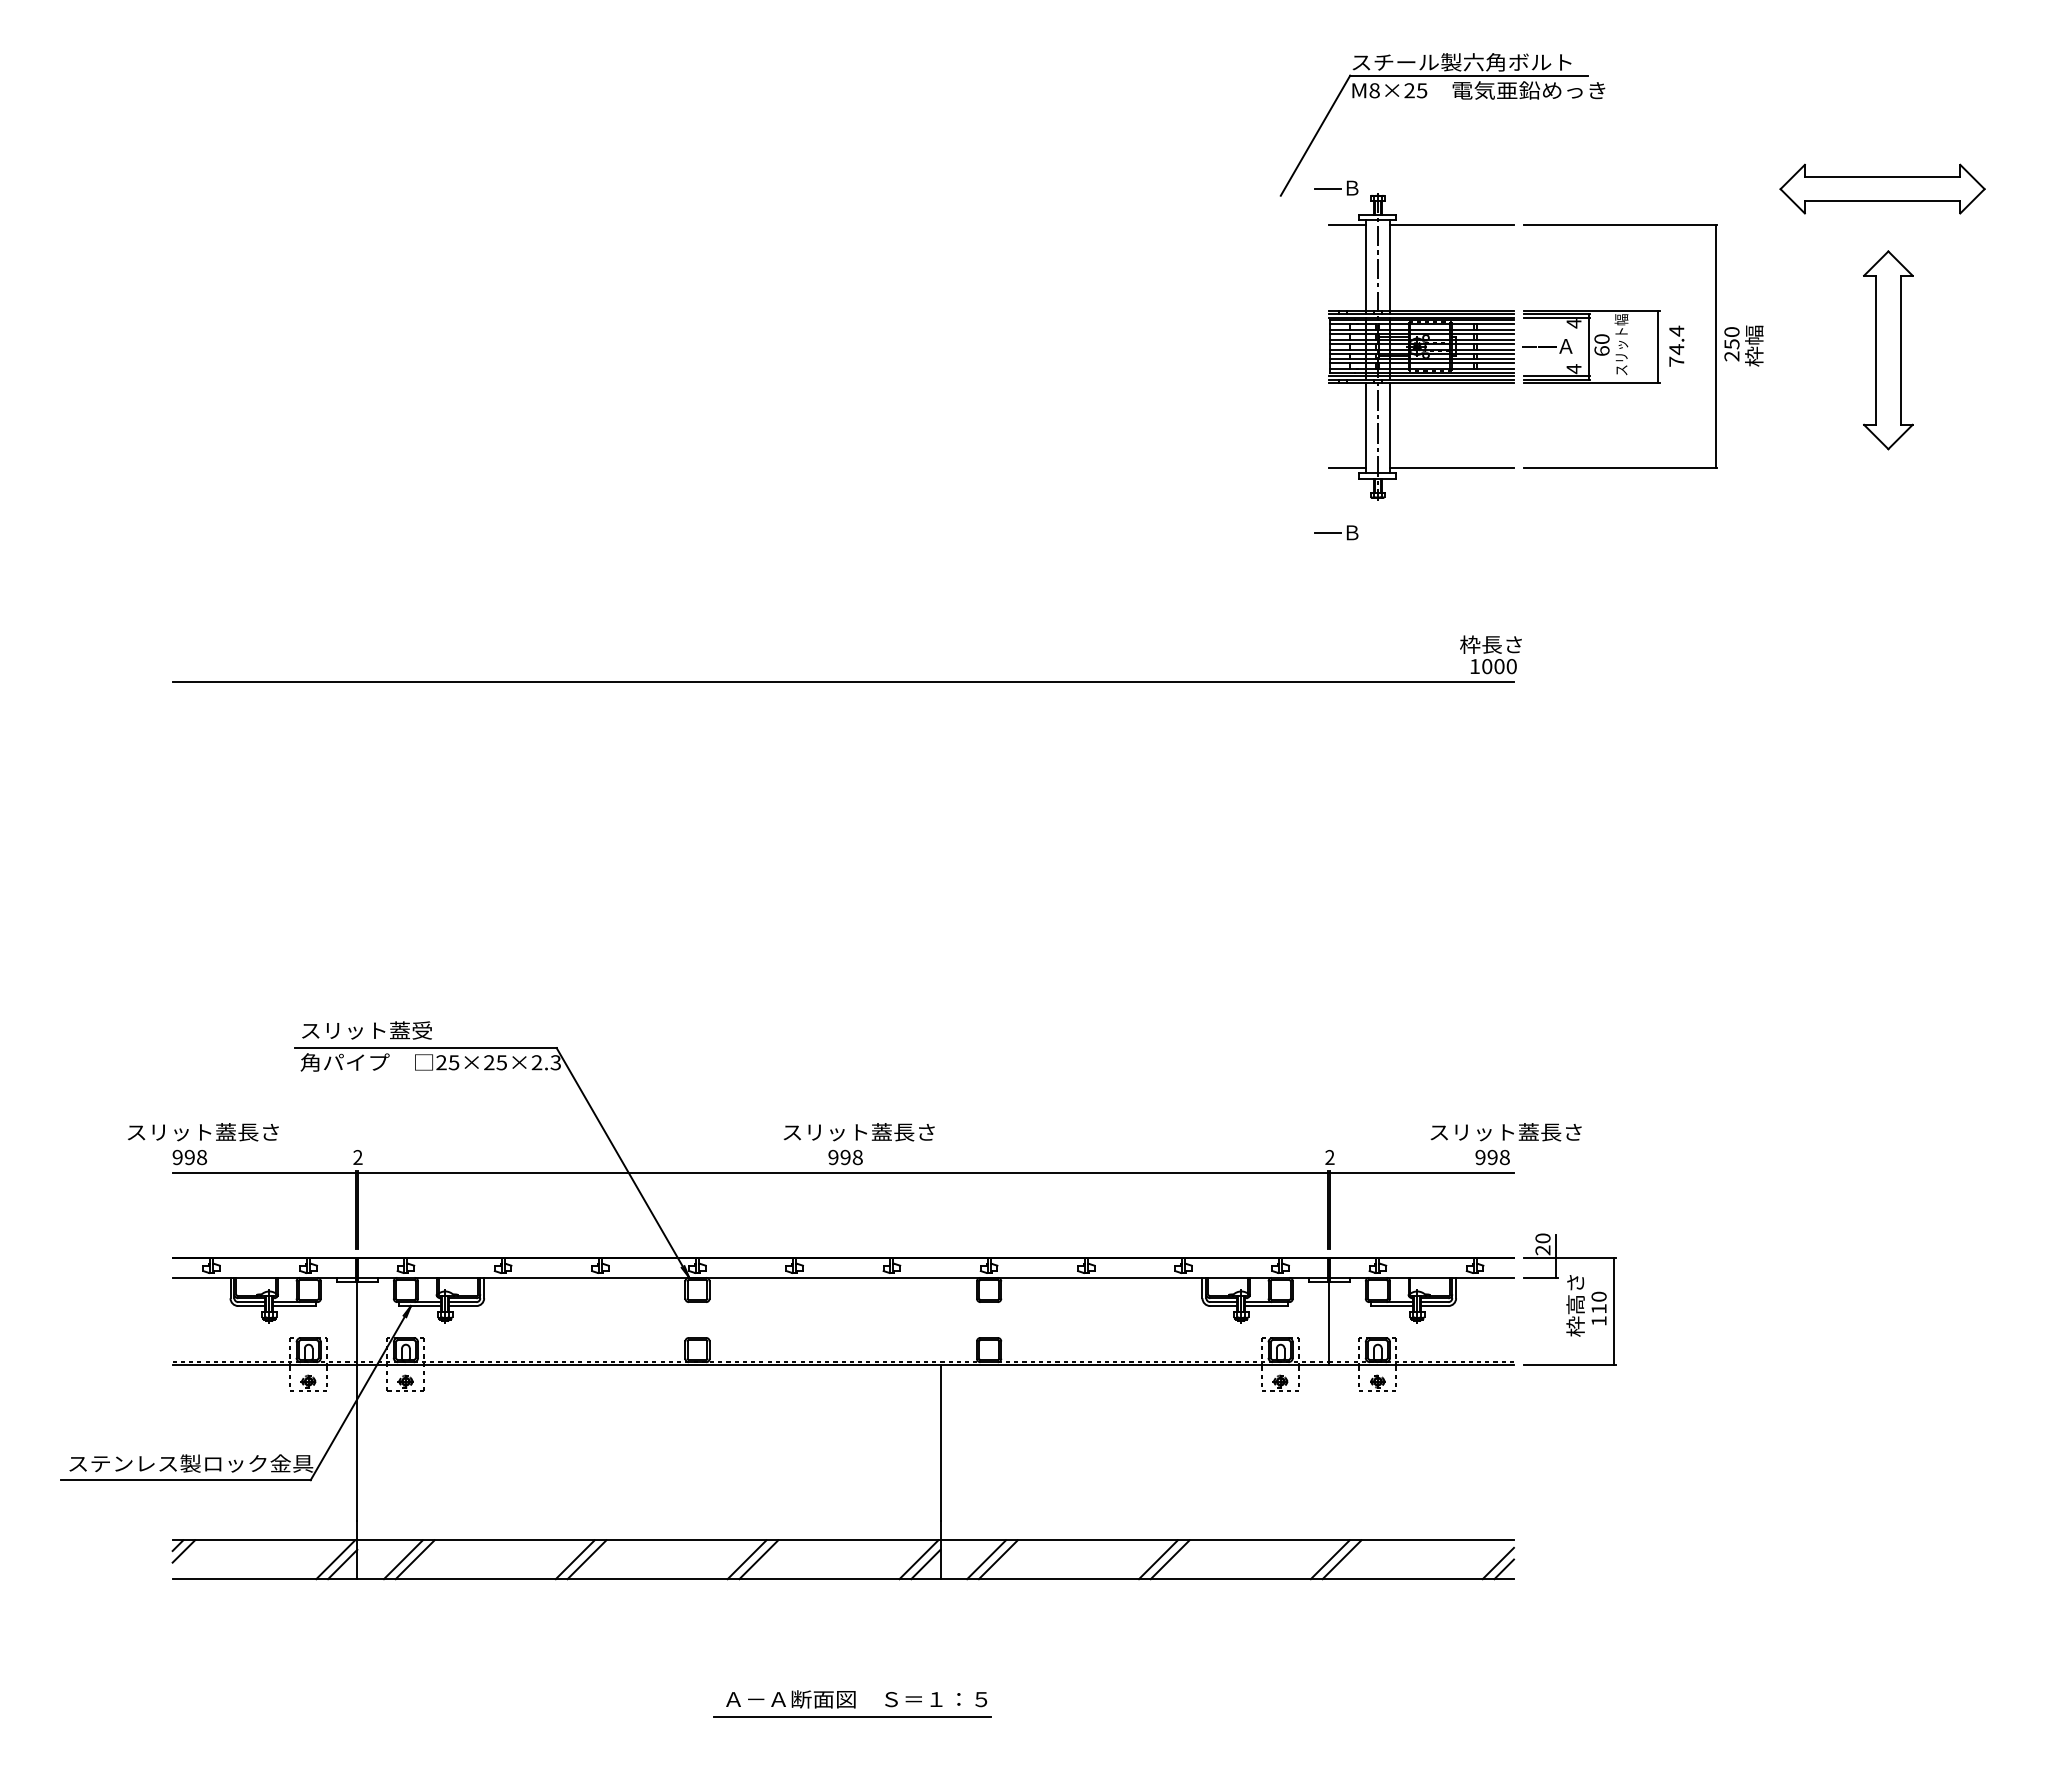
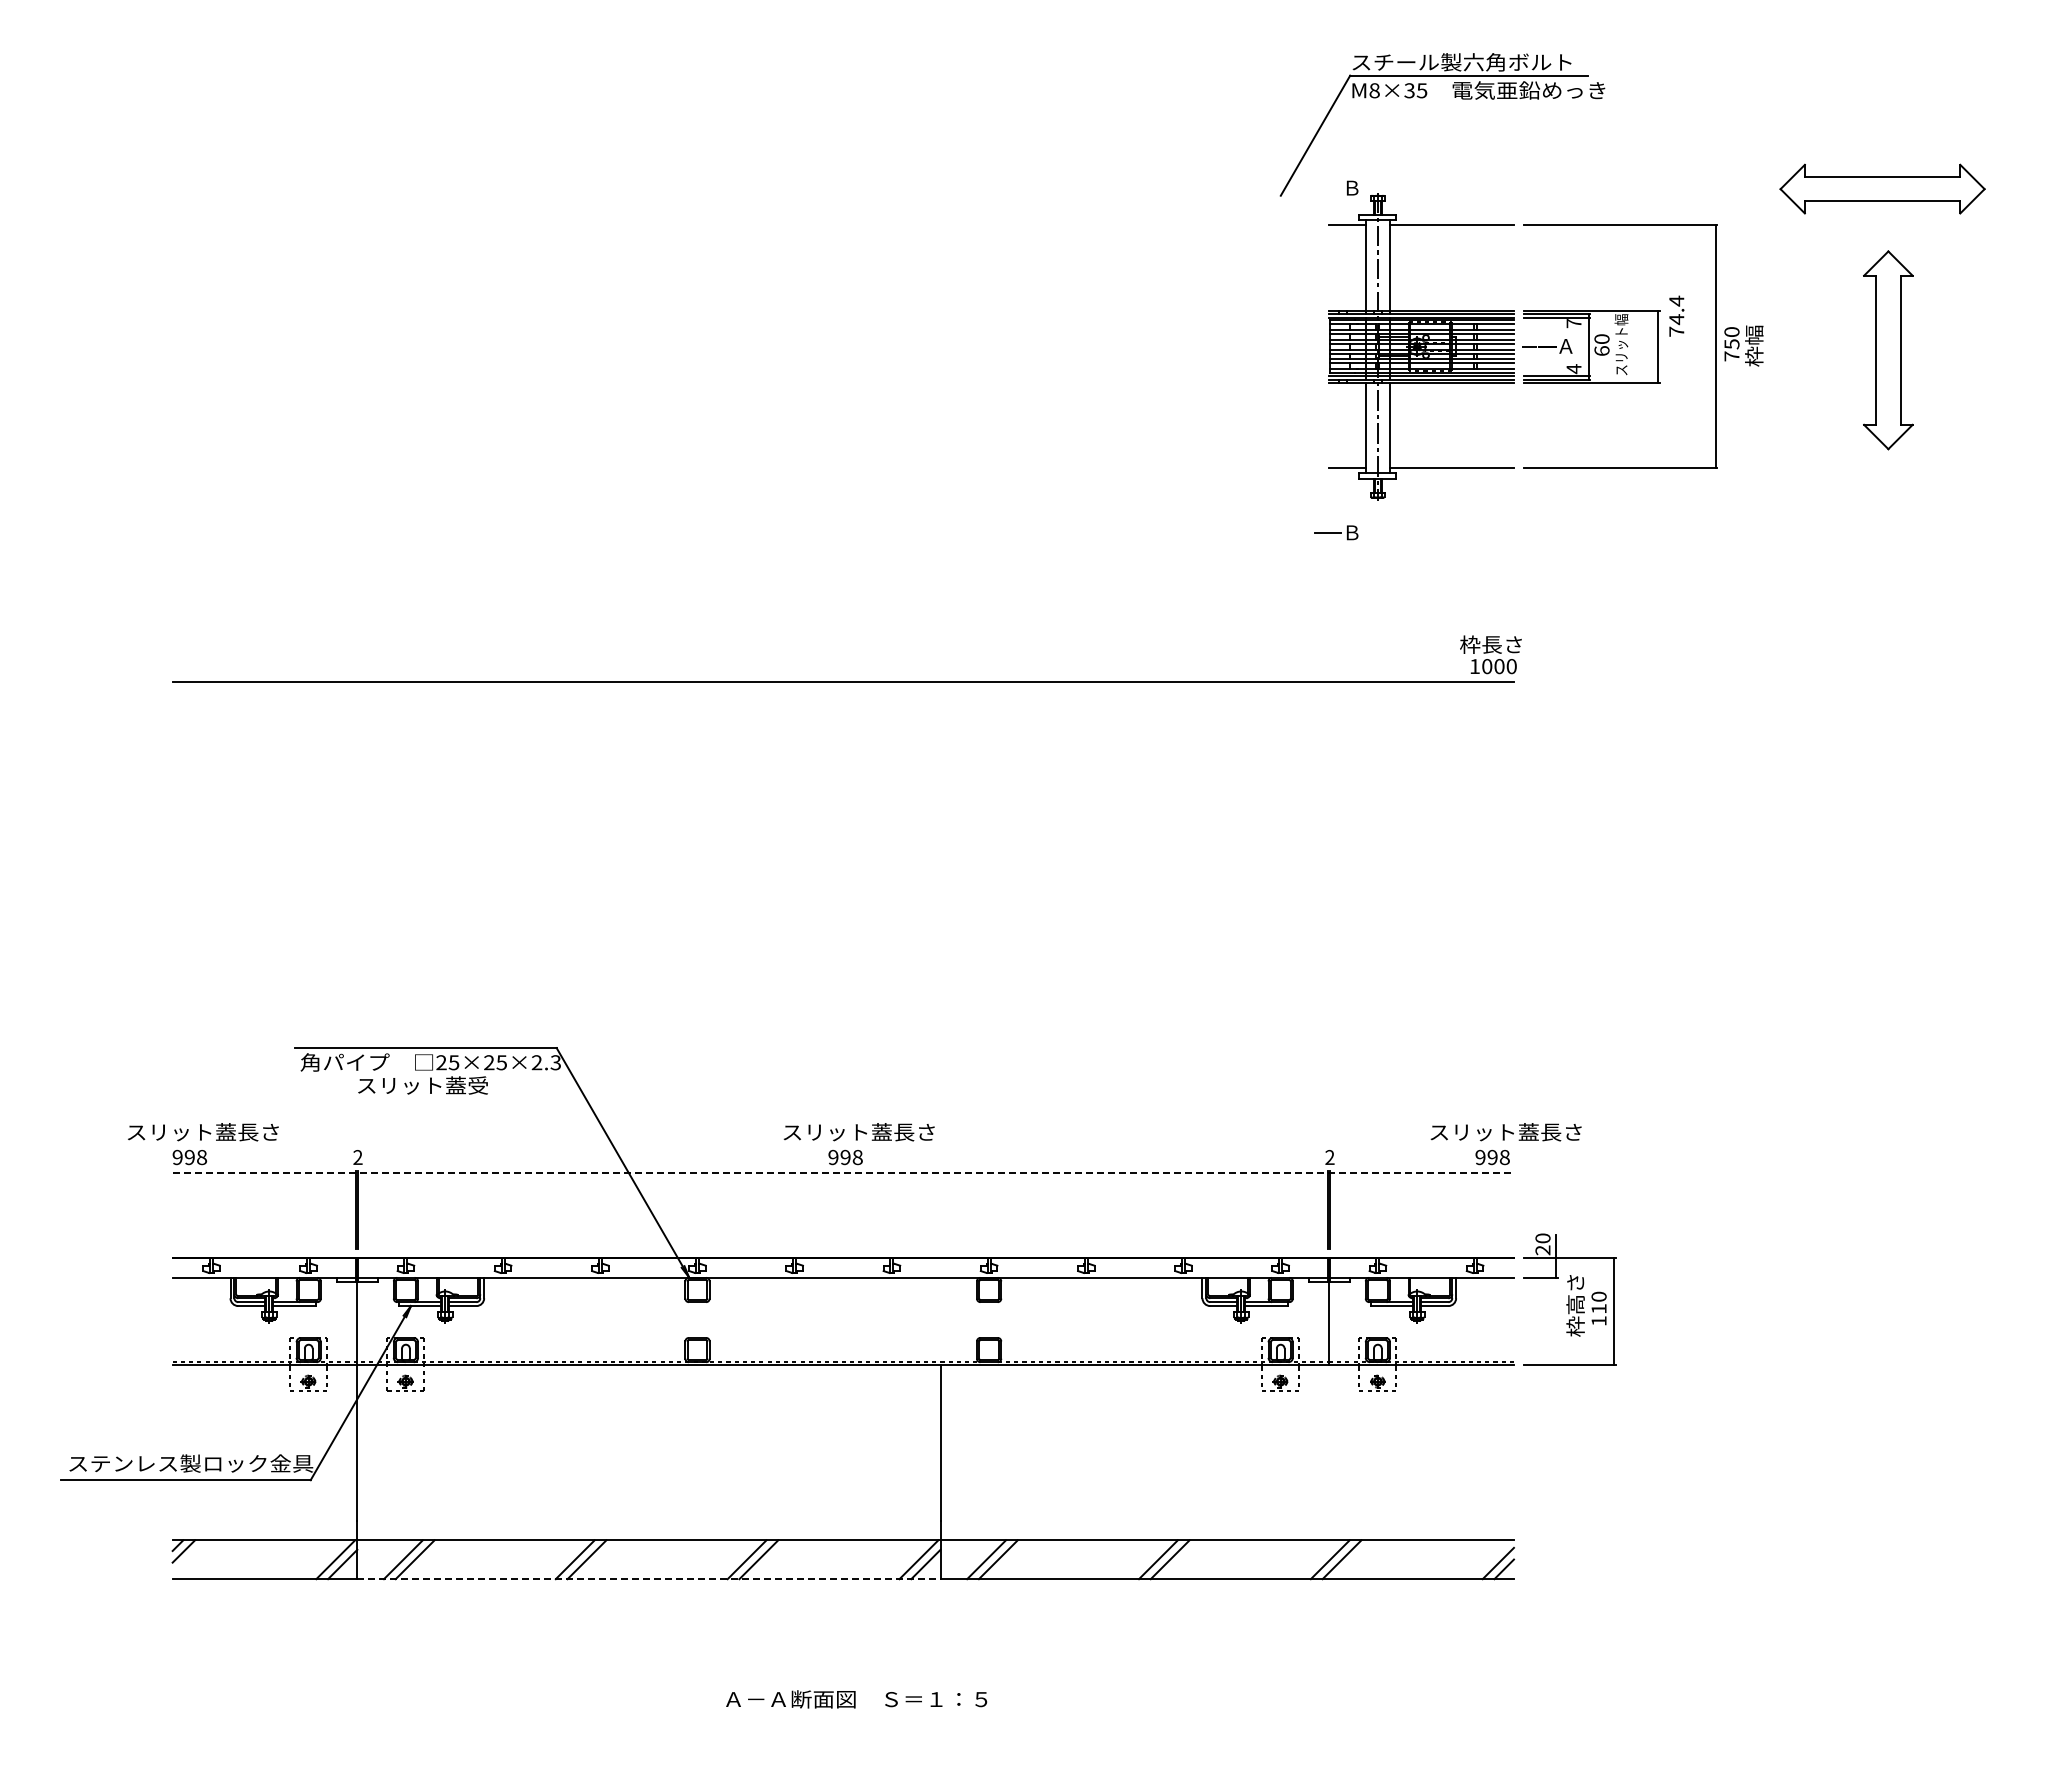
text at (1409, 90): M8×25 -> M8×35
line at (1328, 188): present -> none
text at (1573, 323): 4 -> 7
text at (1676, 345) position: (1676, 345) -> (1676, 315)
text at (1731, 356): 250 -> 750
text at (366, 1030) position: (366, 1030) -> (422, 1085)
line at (843, 1172): solid -> dashed
line at (648, 1579): solid -> dashed
line at (852, 1717): present -> none
